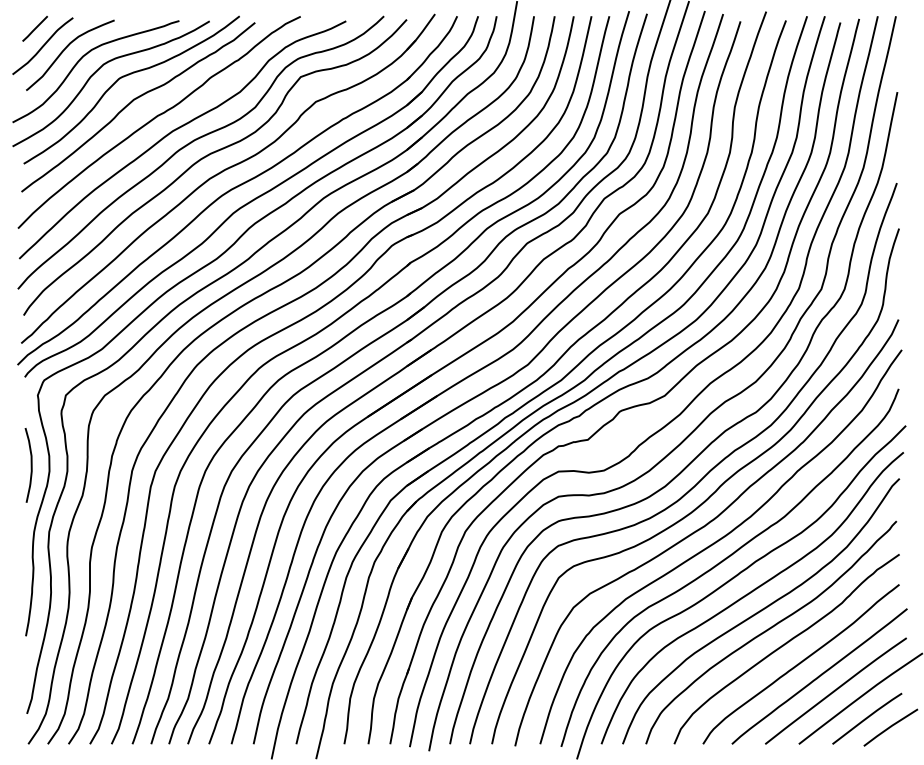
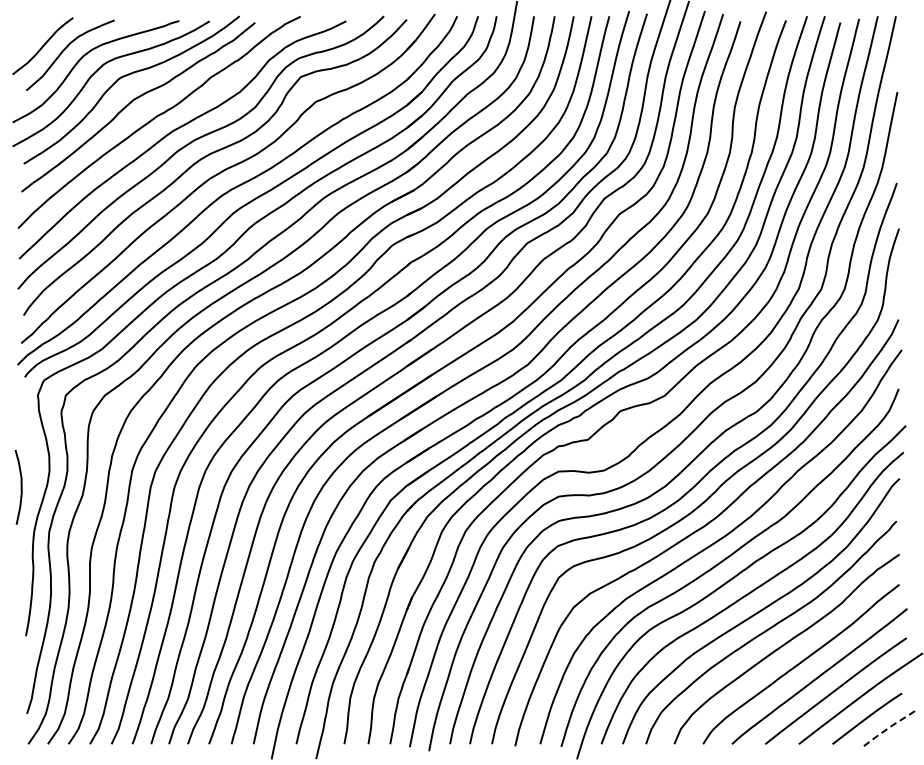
line at (34, 28): present -> none
curve at (30, 465) position: (30, 465) -> (20, 487)
line at (890, 726): solid -> dashed
